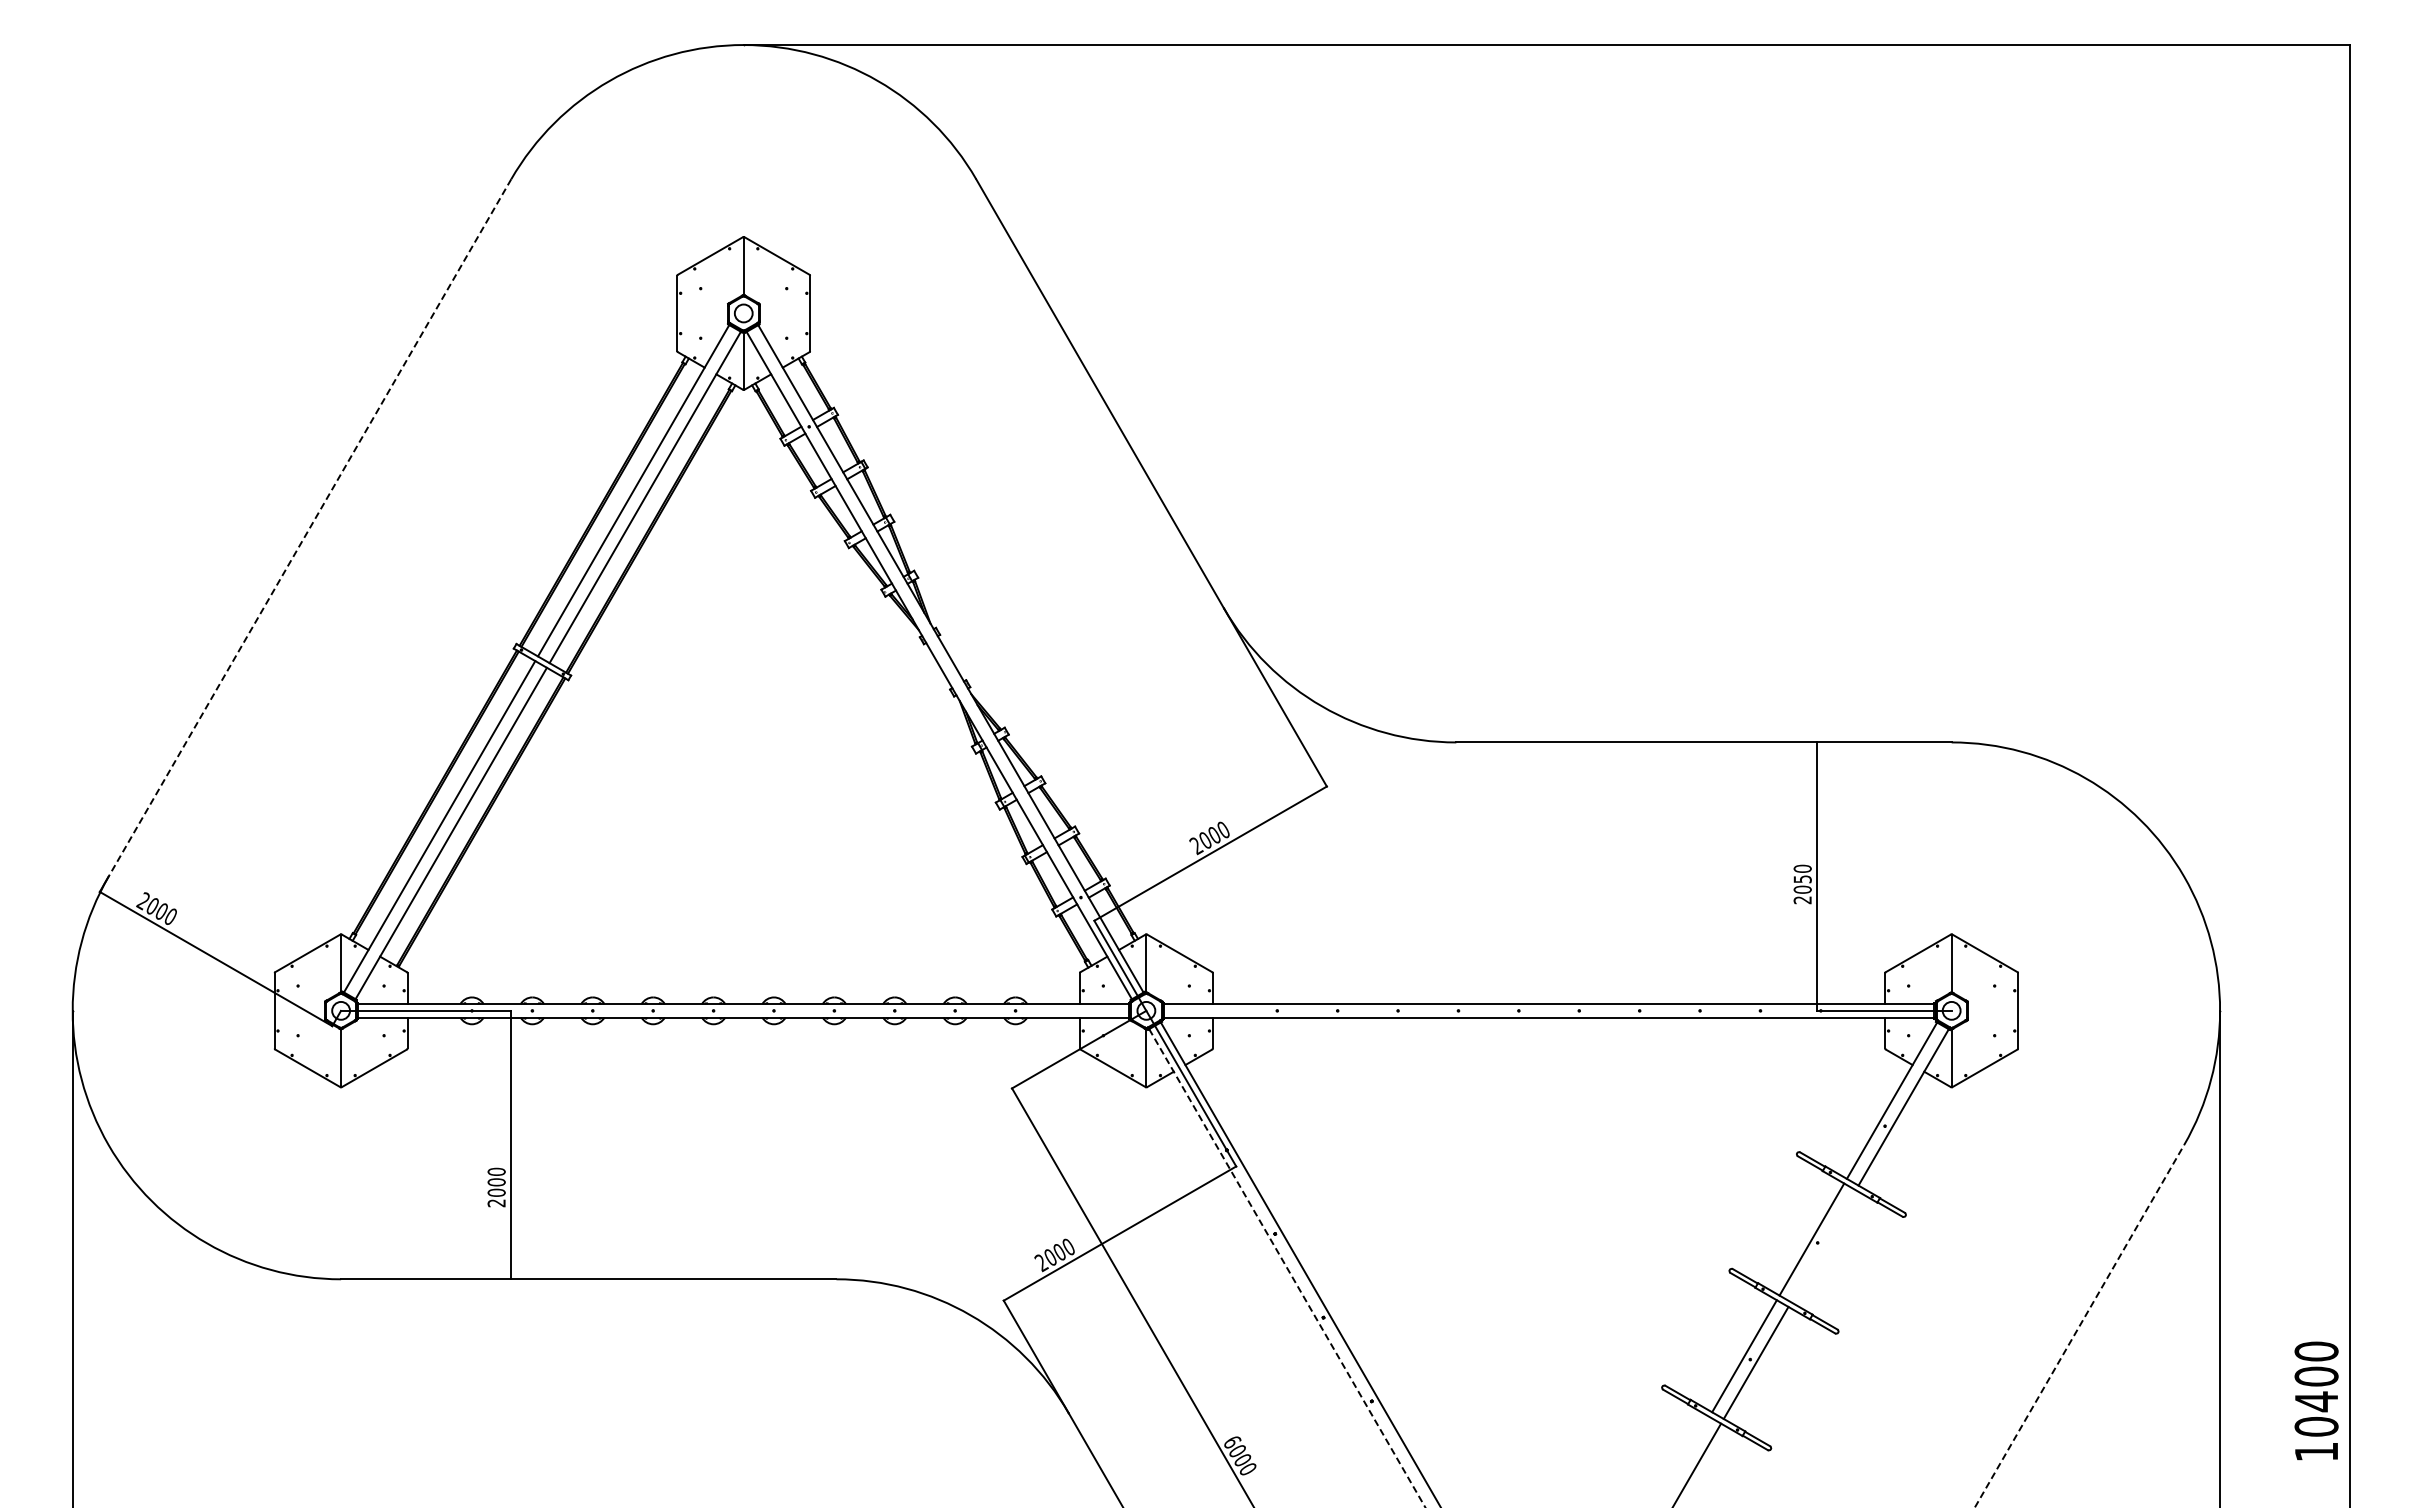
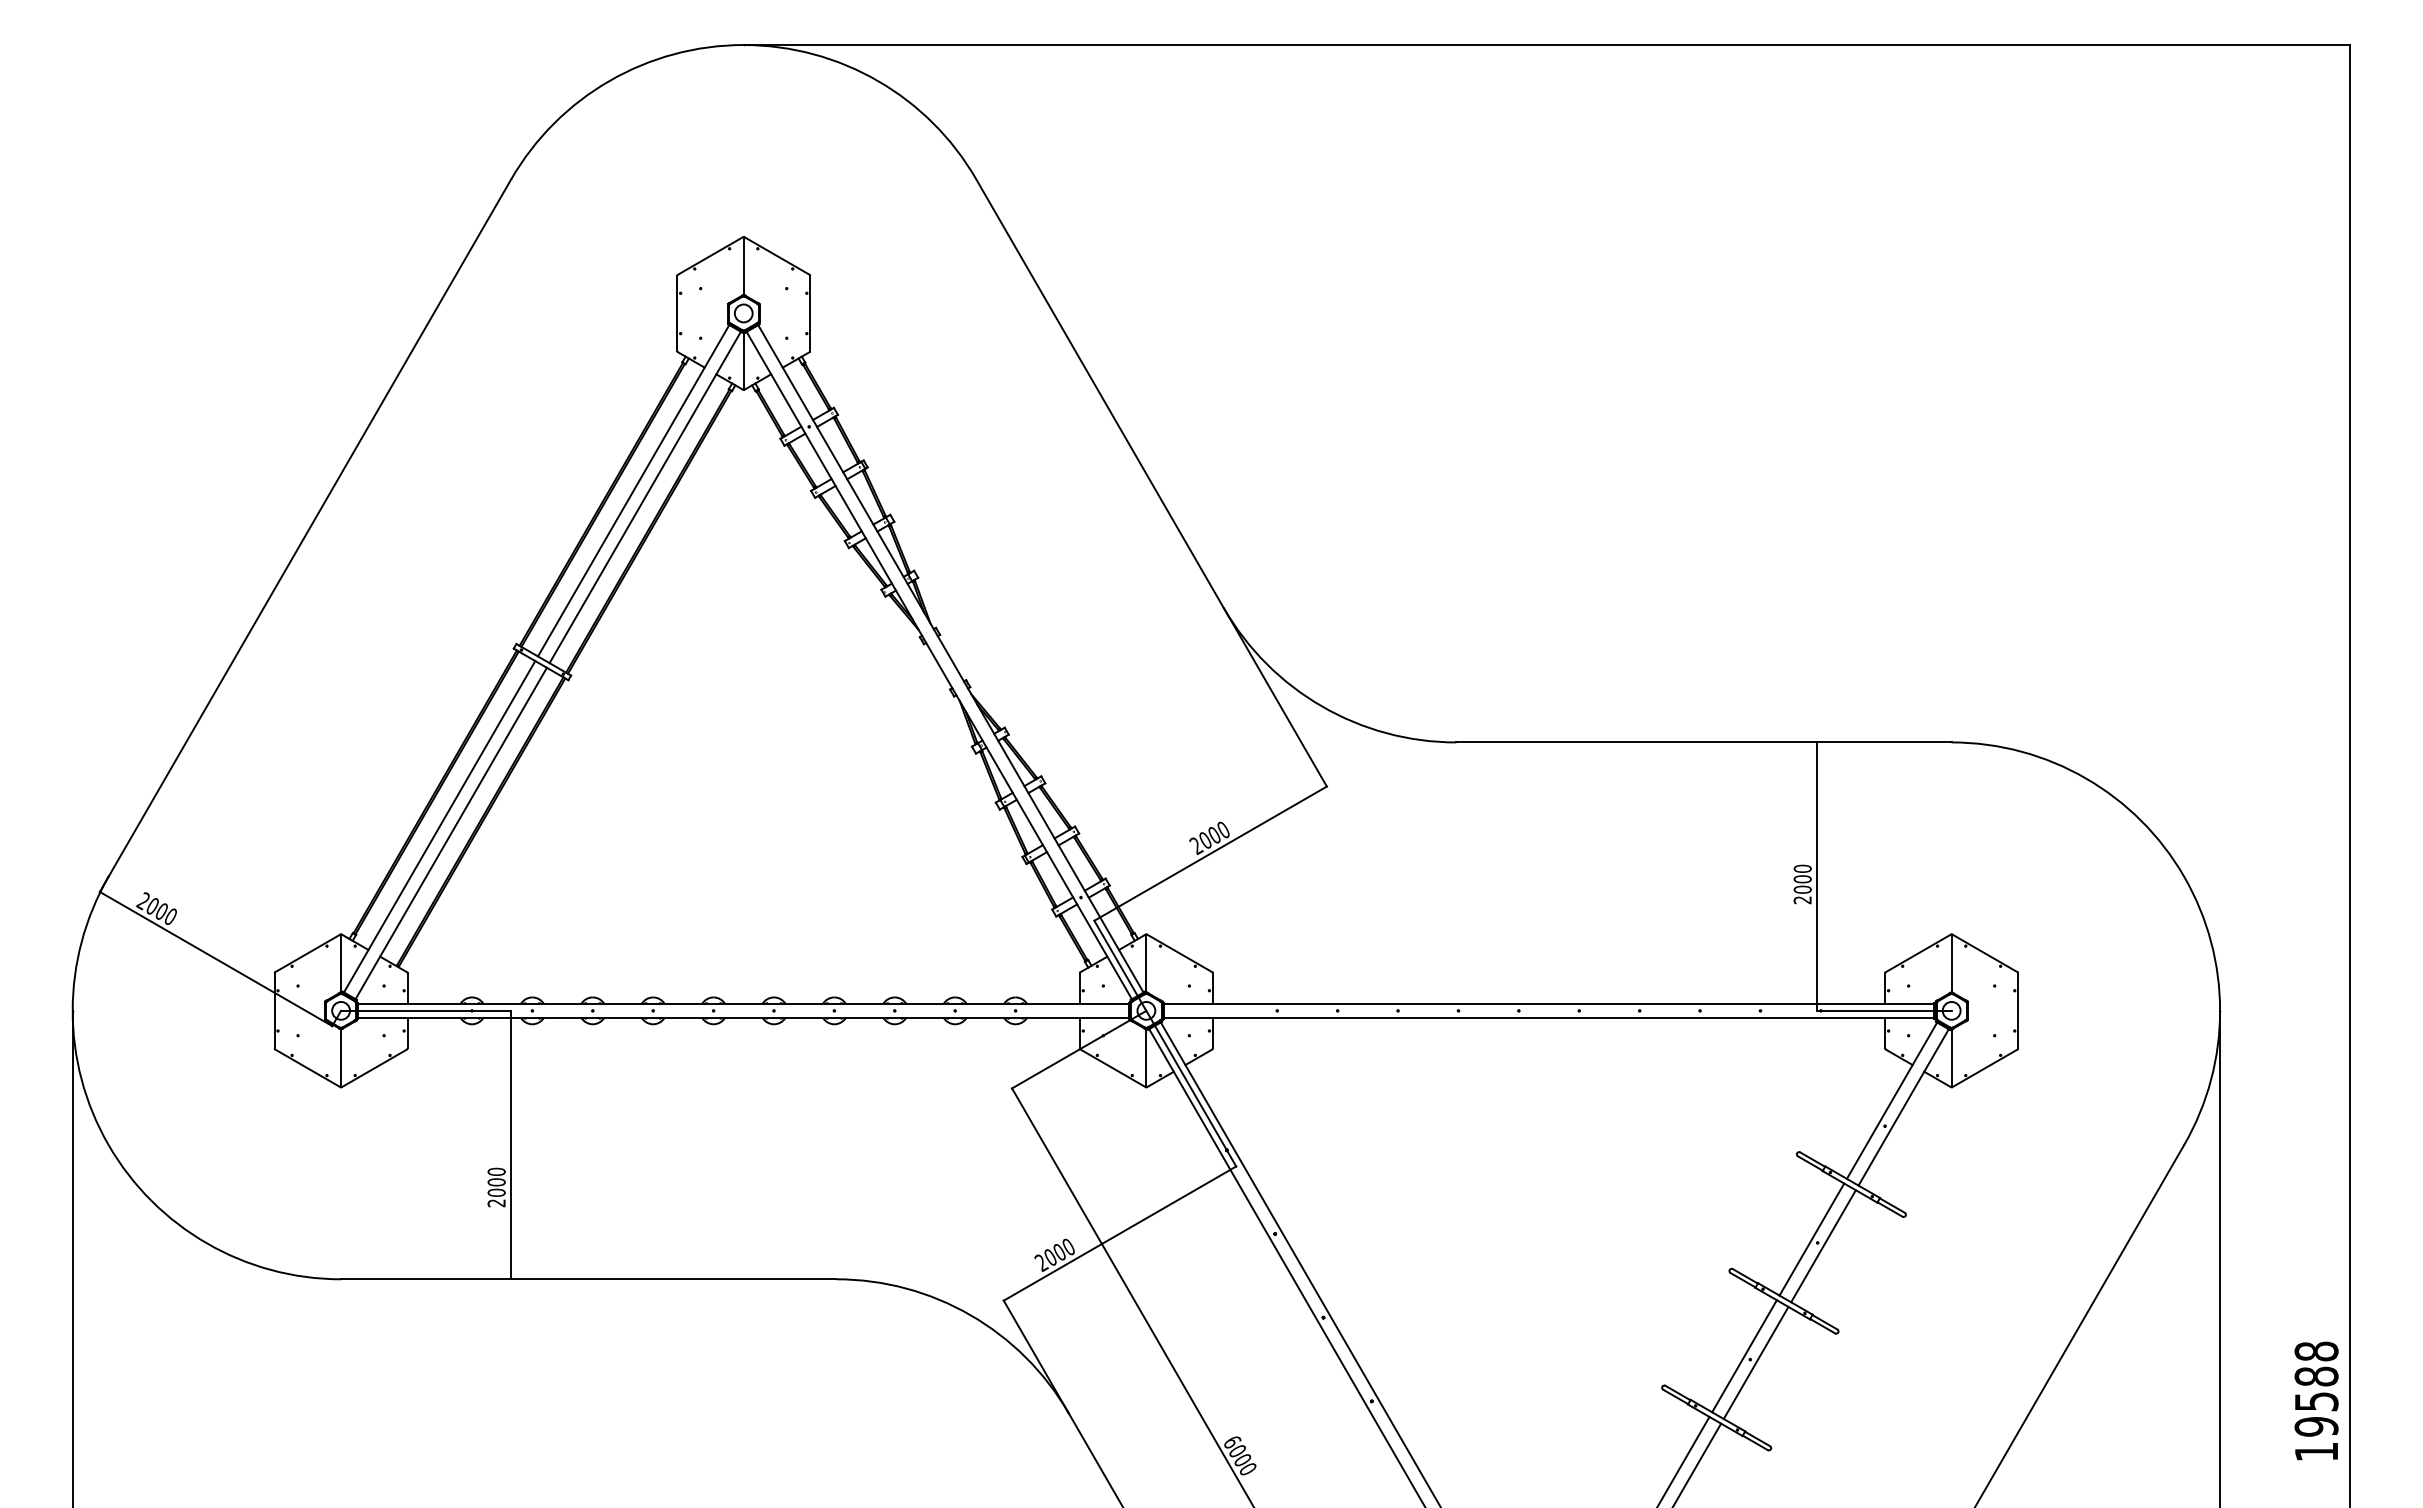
line at (309, 527): dashed -> solid
text at (1802, 879): 2050 -> 2000
line at (1823, 1246): none -> present
line at (1287, 1268): dashed -> solid
line at (2079, 1325): dashed -> solid
text at (2316, 1388): 10400 -> 19588
line at (1683, 1460): none -> present
